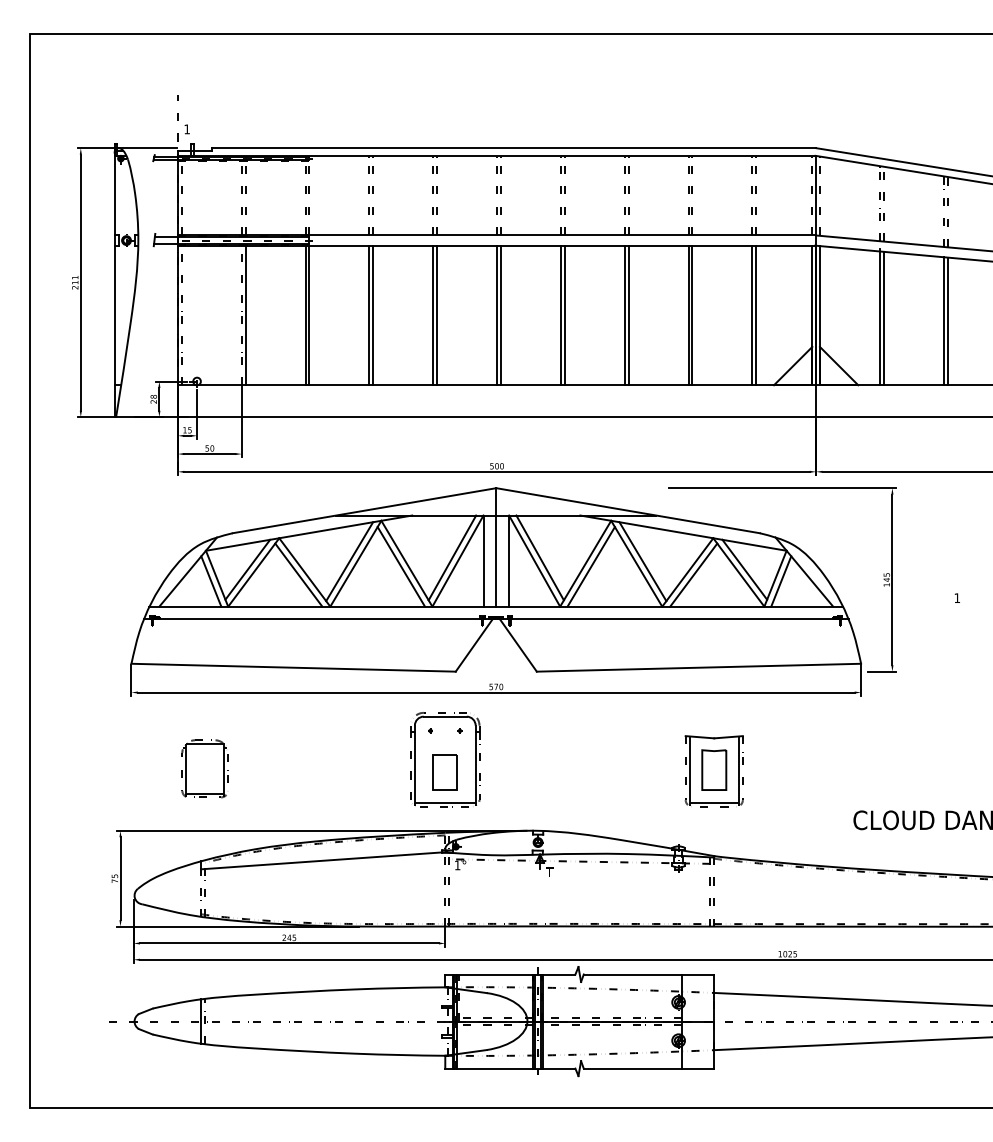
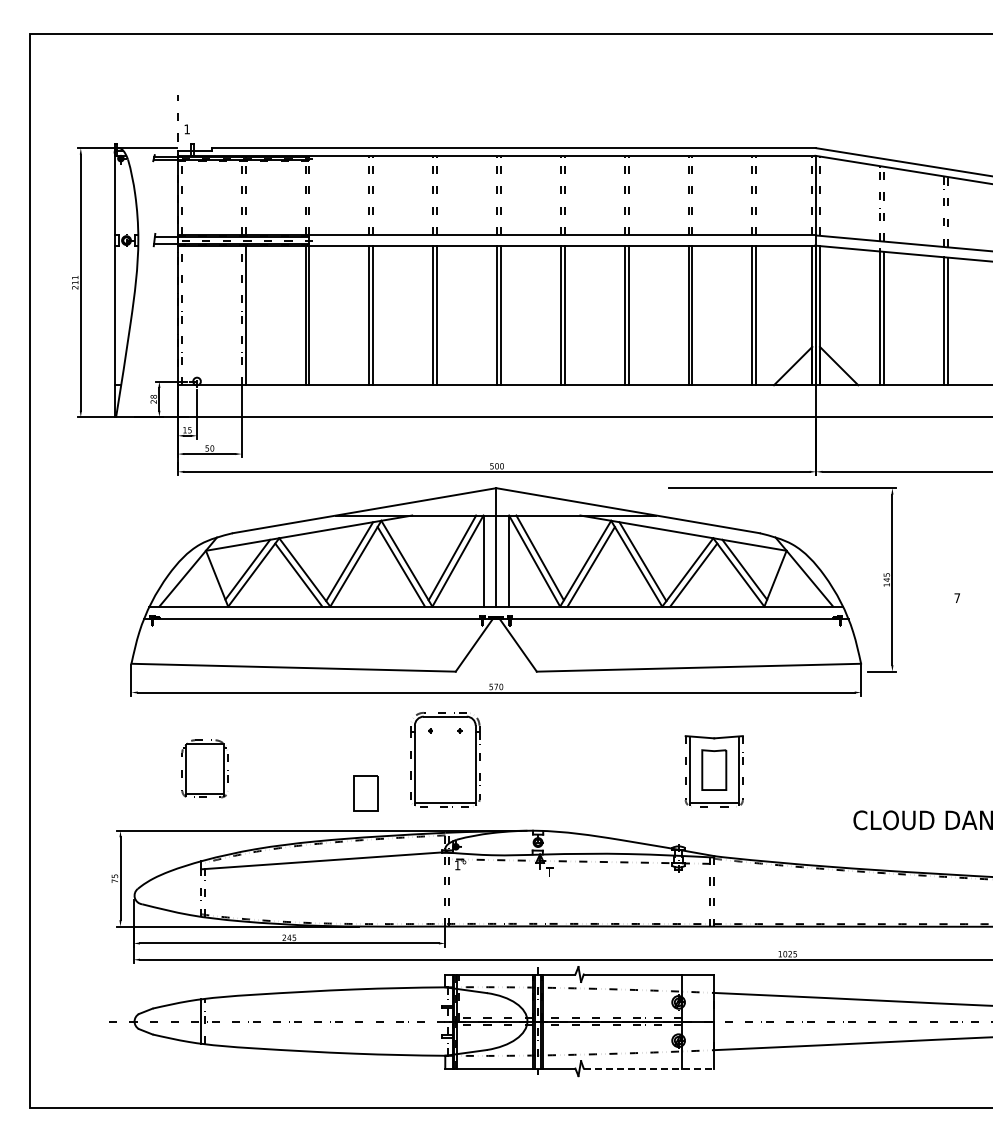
line at (211, 581): present -> none
line at (781, 581): present -> none
text at (957, 597): 1 -> 7
part at (444, 772) position: (444, 772) -> (365, 793)
line at (649, 1068): solid -> dashed
